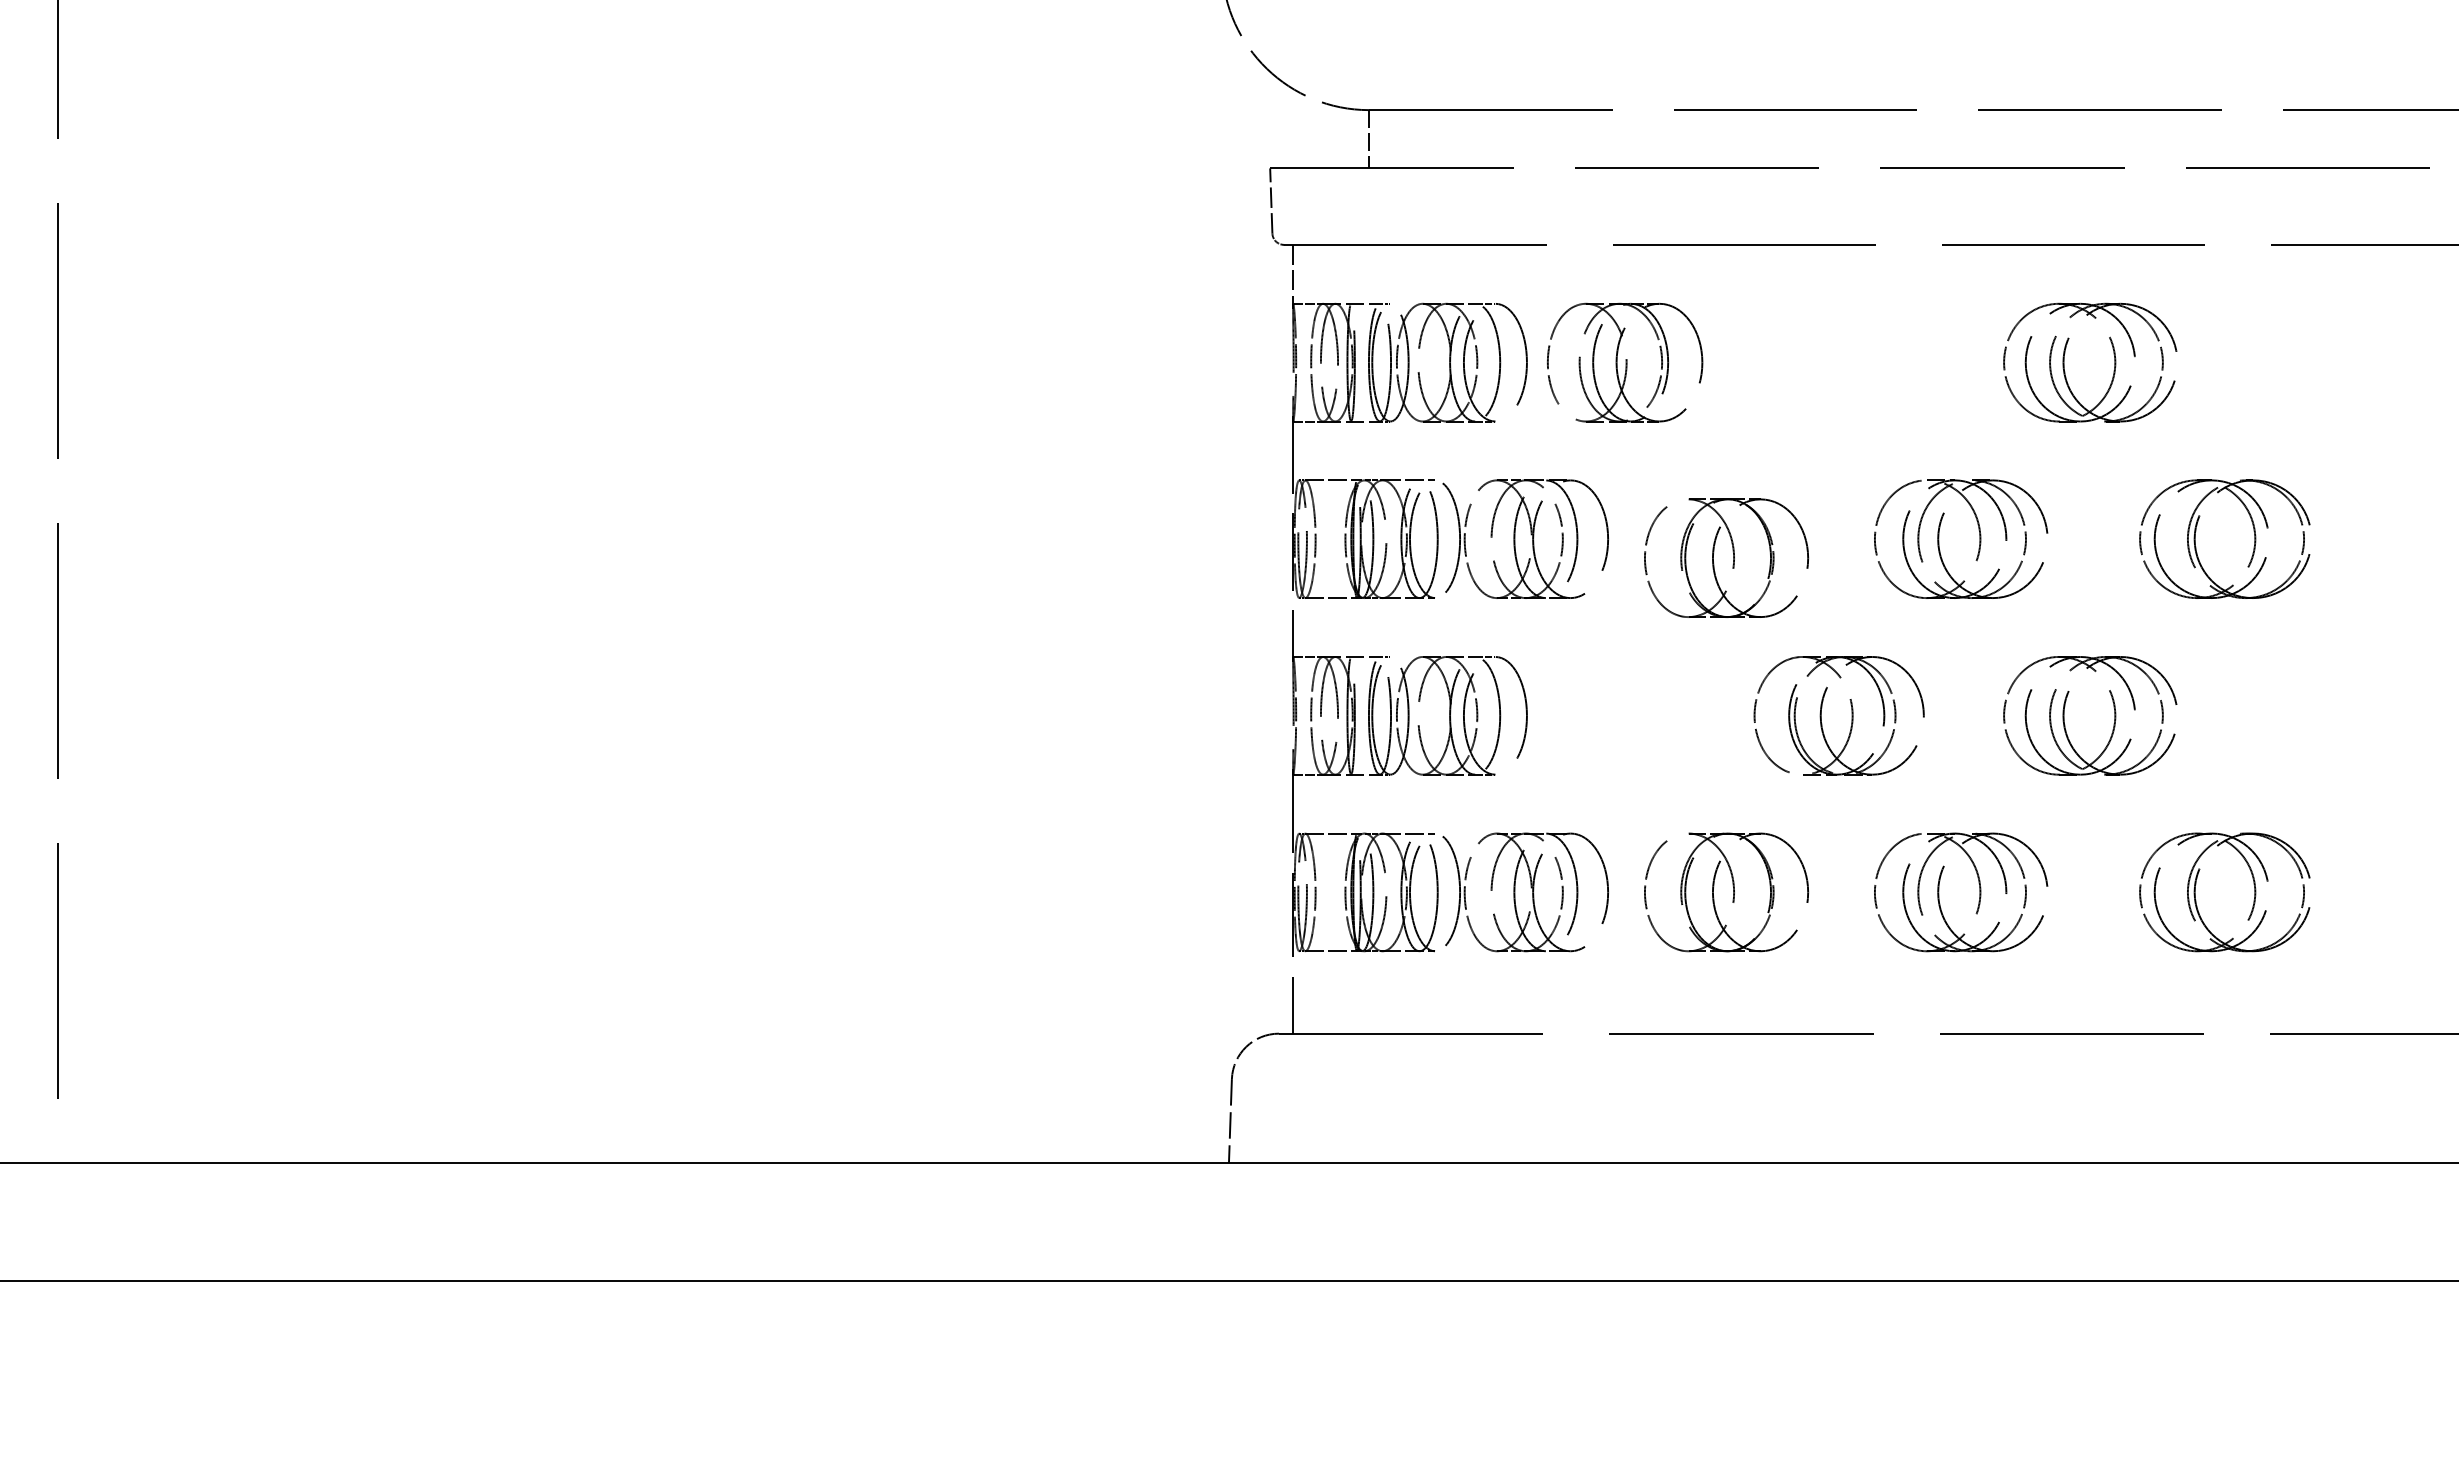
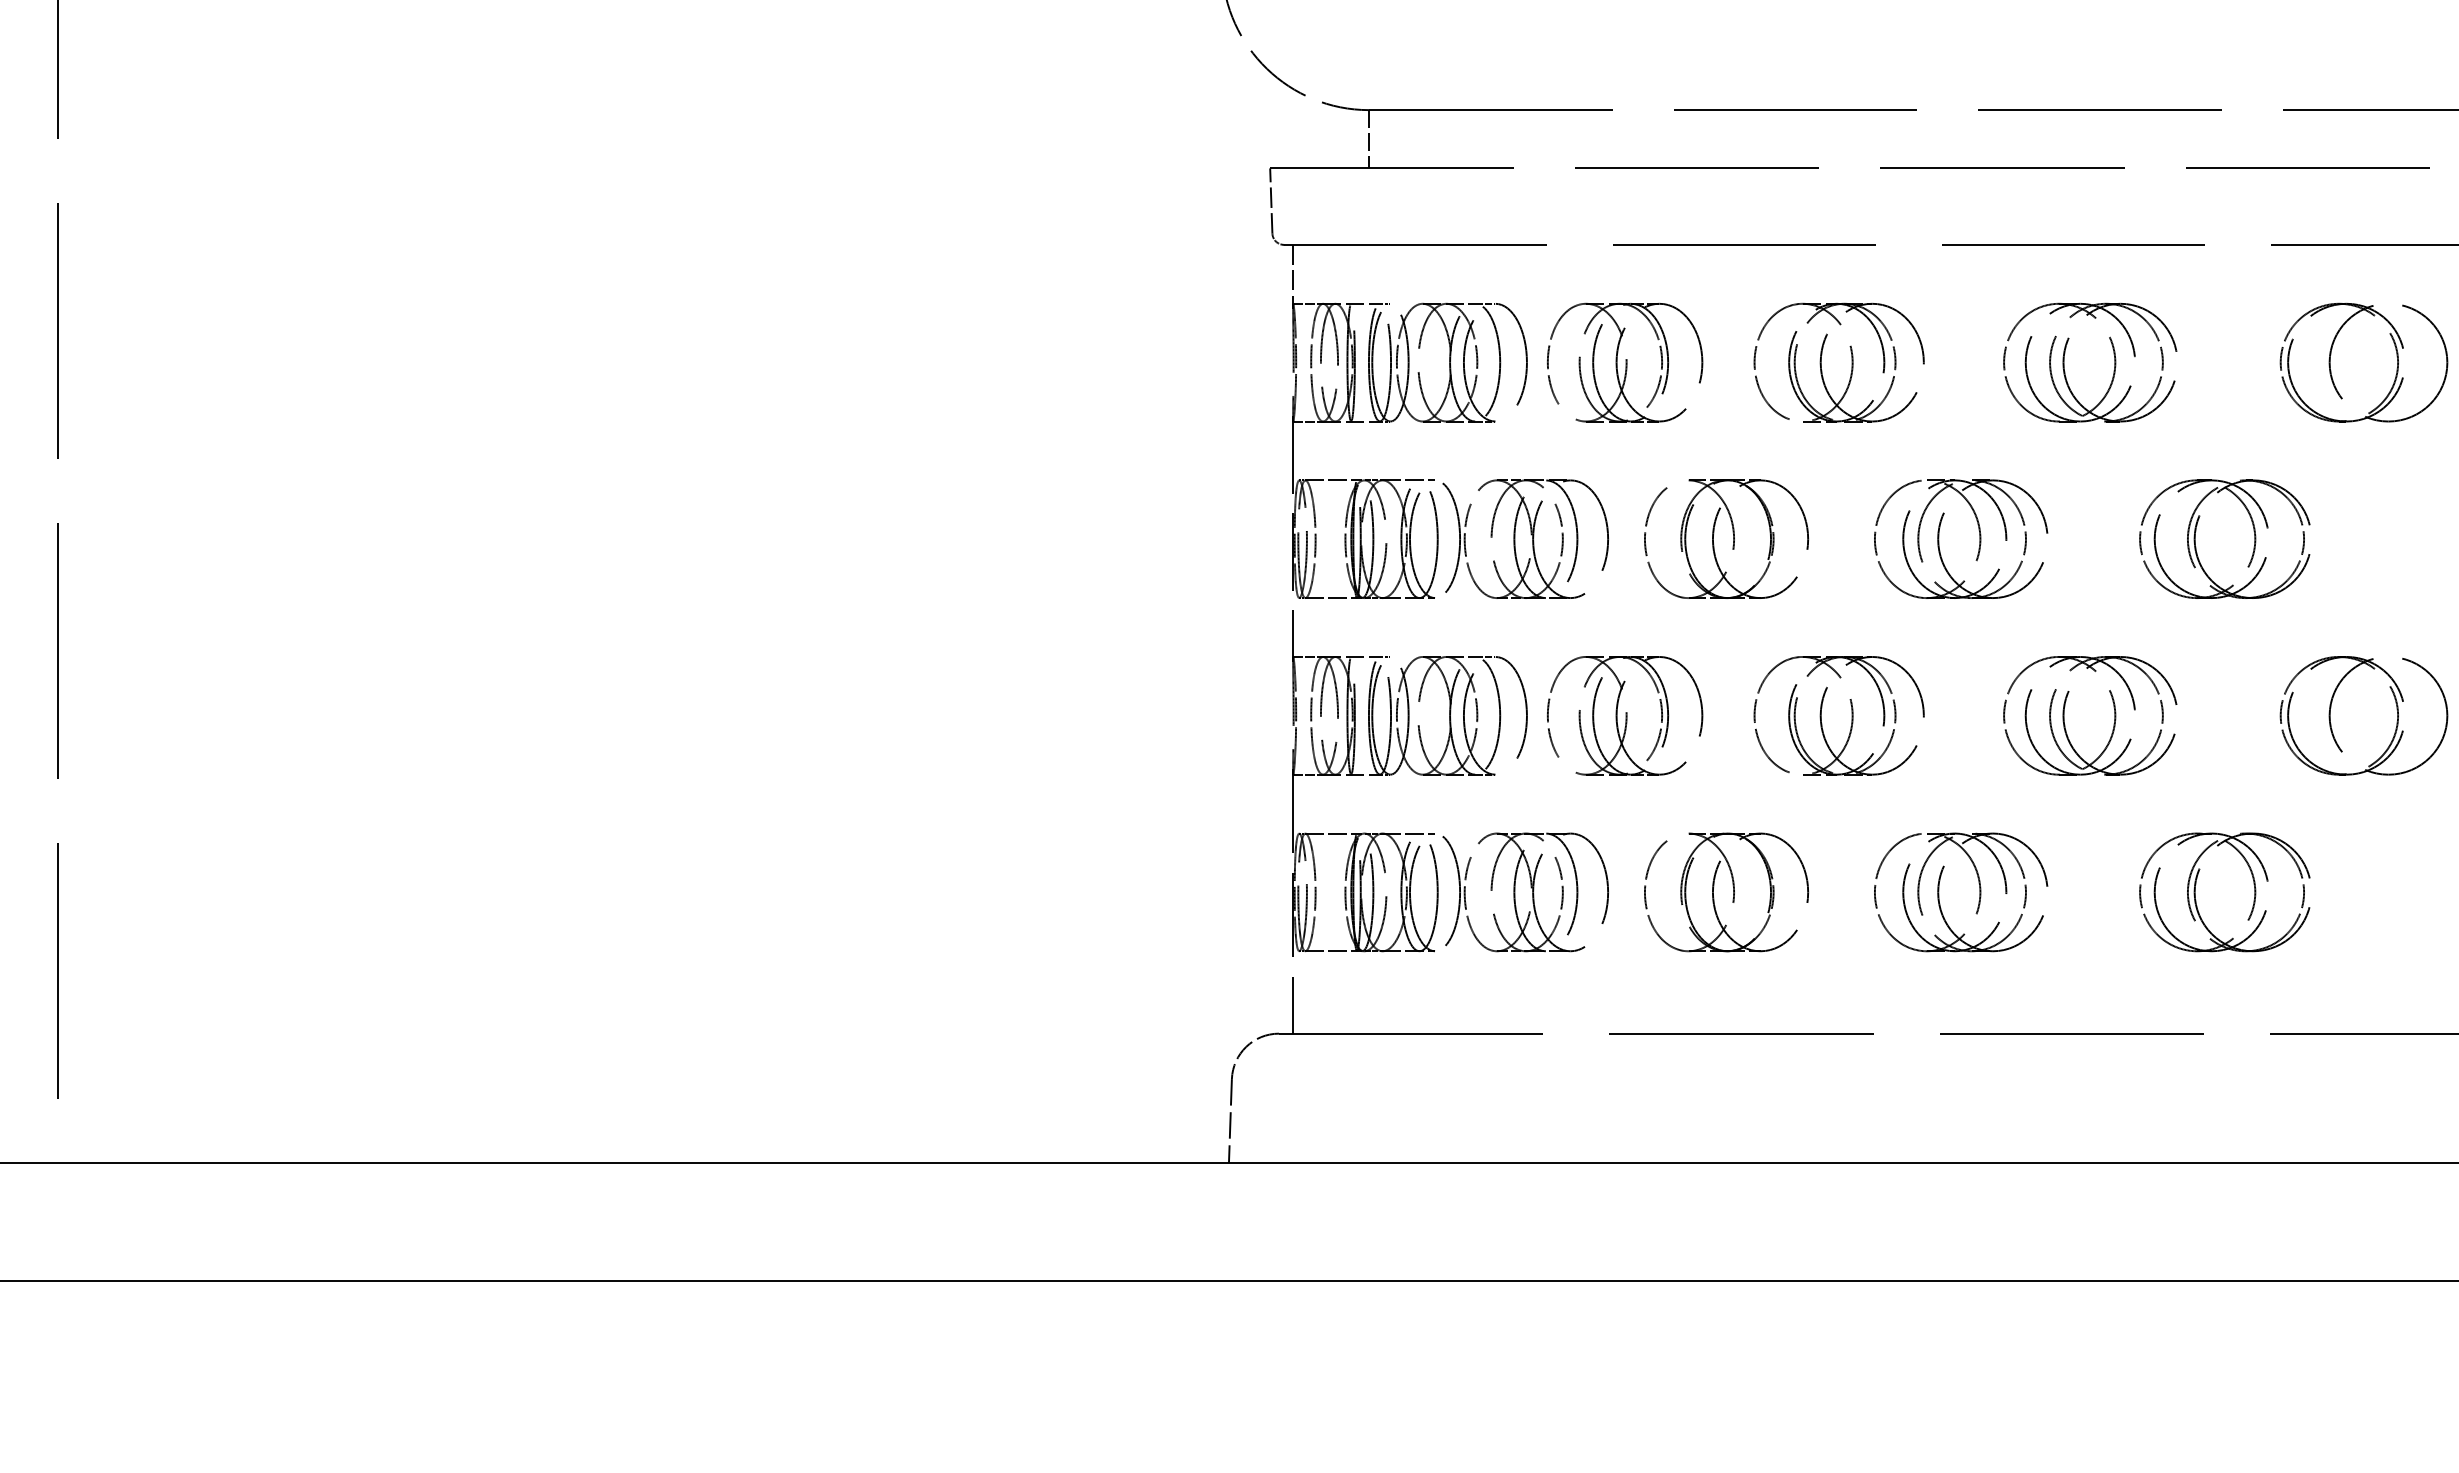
part at (2331, 354): none -> present
part at (1851, 362): none -> present
part at (1733, 557) position: (1733, 557) -> (1733, 538)
part at (2331, 708): none -> present
part at (1625, 715): none -> present
